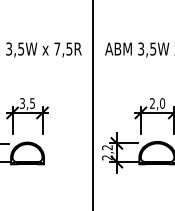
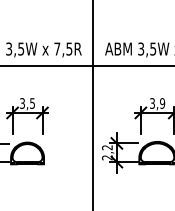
line at (86, 66): none -> present
text at (157, 103): 2,0 -> 3,9
